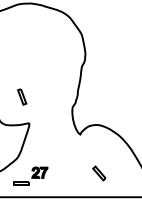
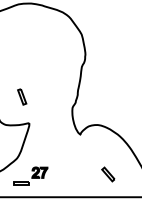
part at (99, 173) position: (99, 173) -> (108, 174)
